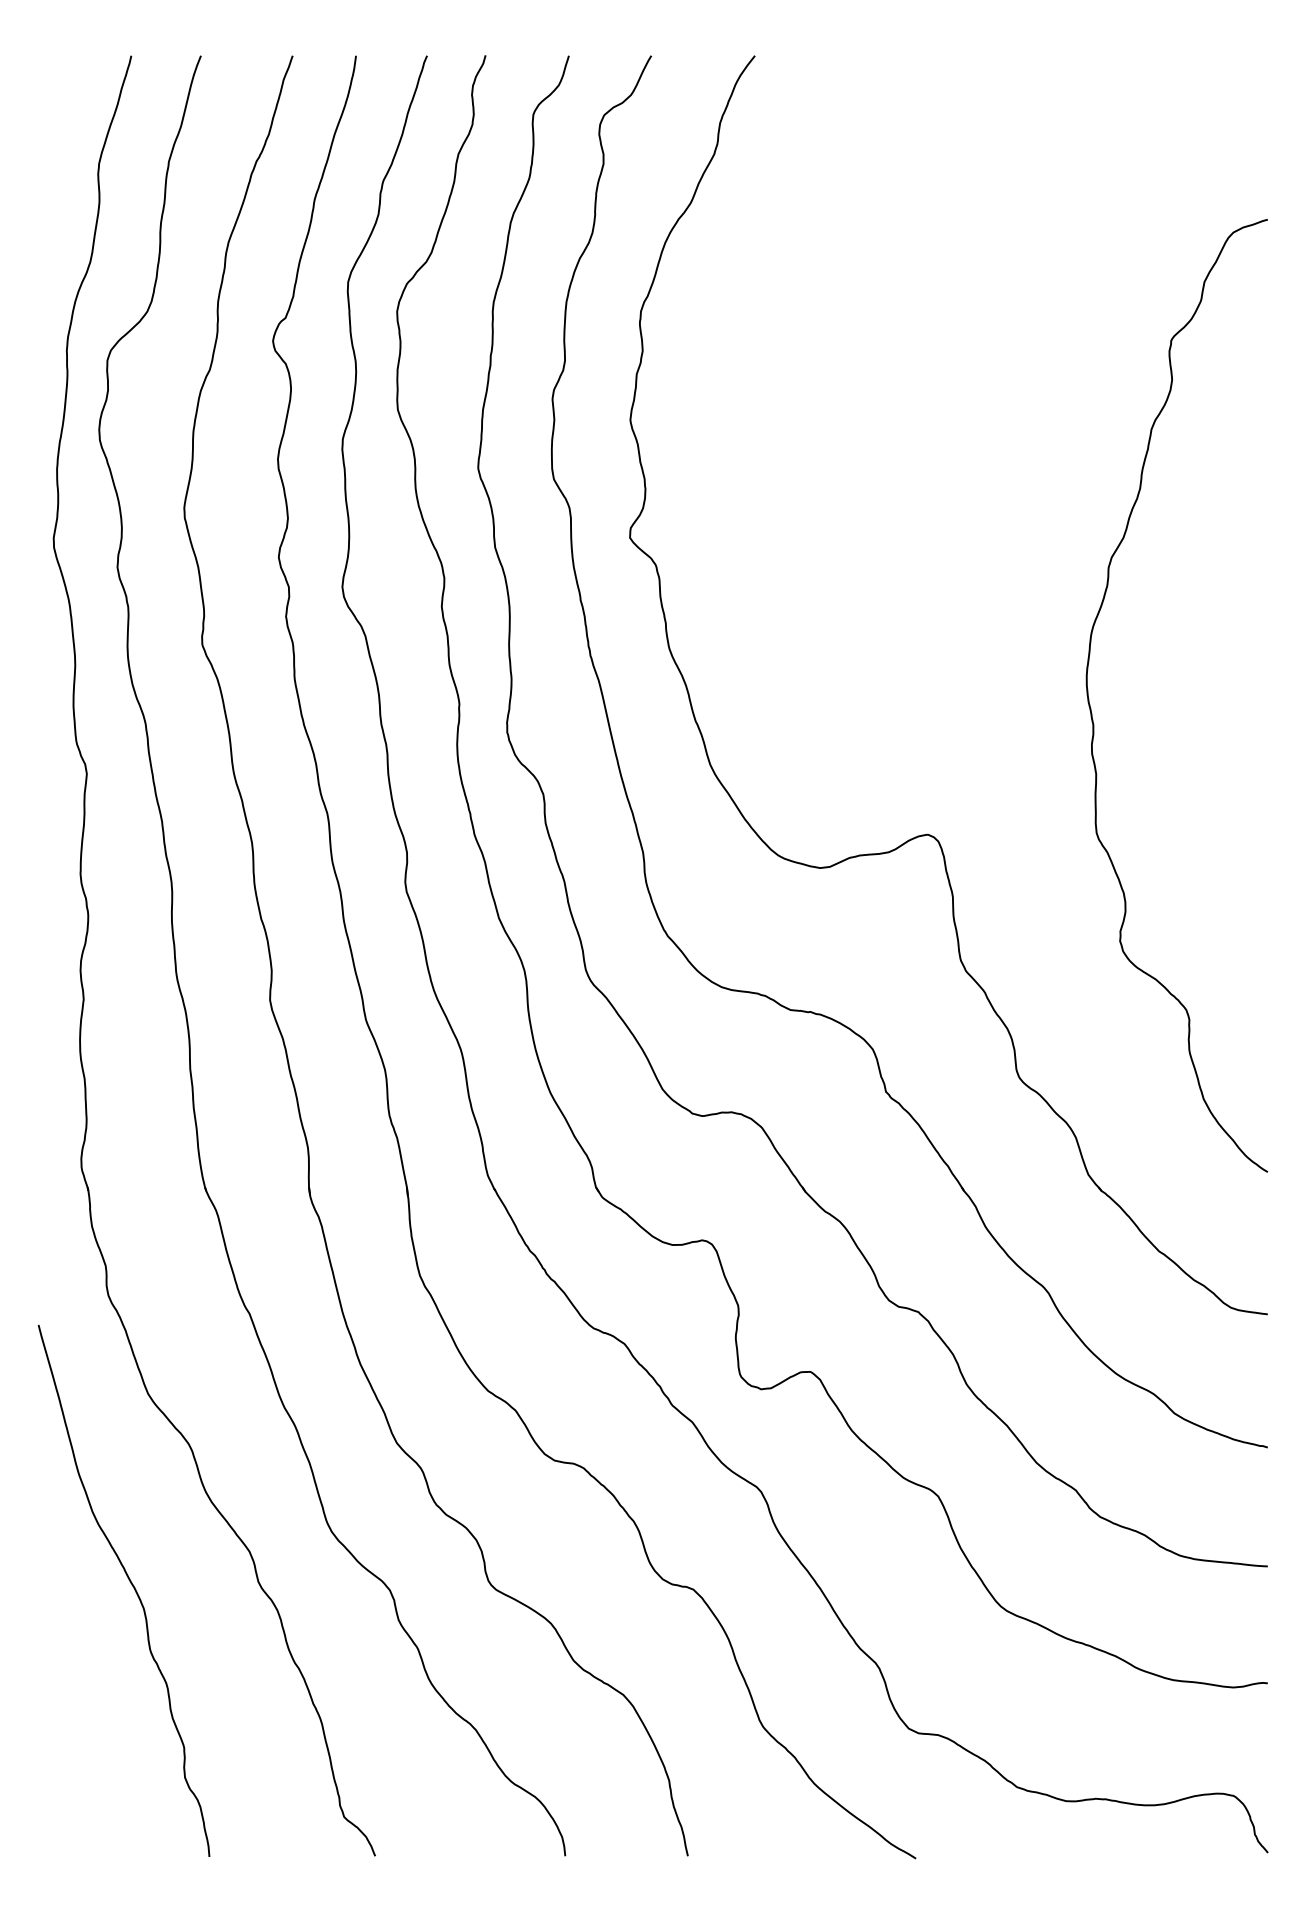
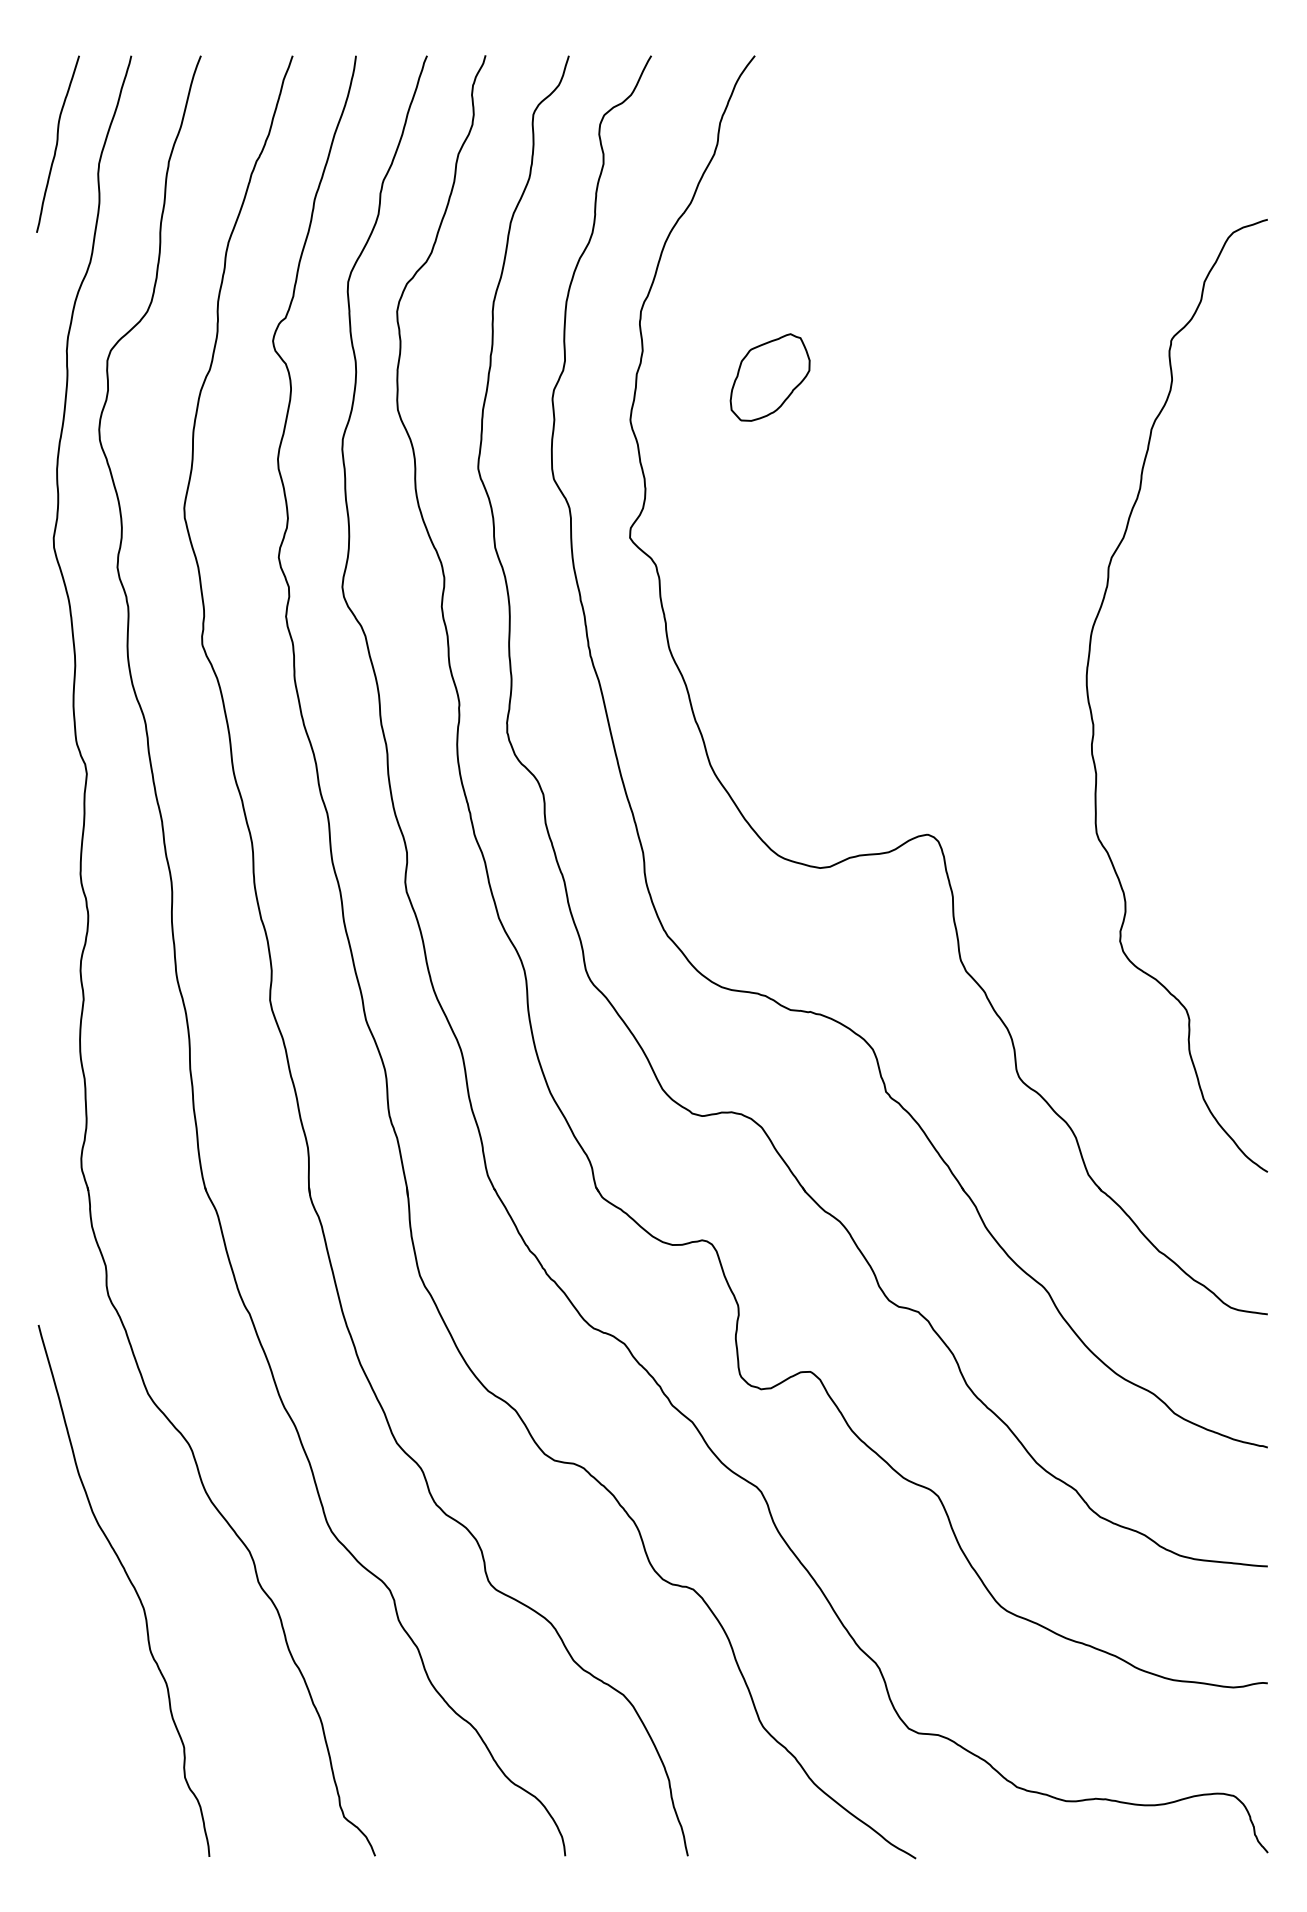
curve at (57, 143): none -> present
part at (769, 377): none -> present
